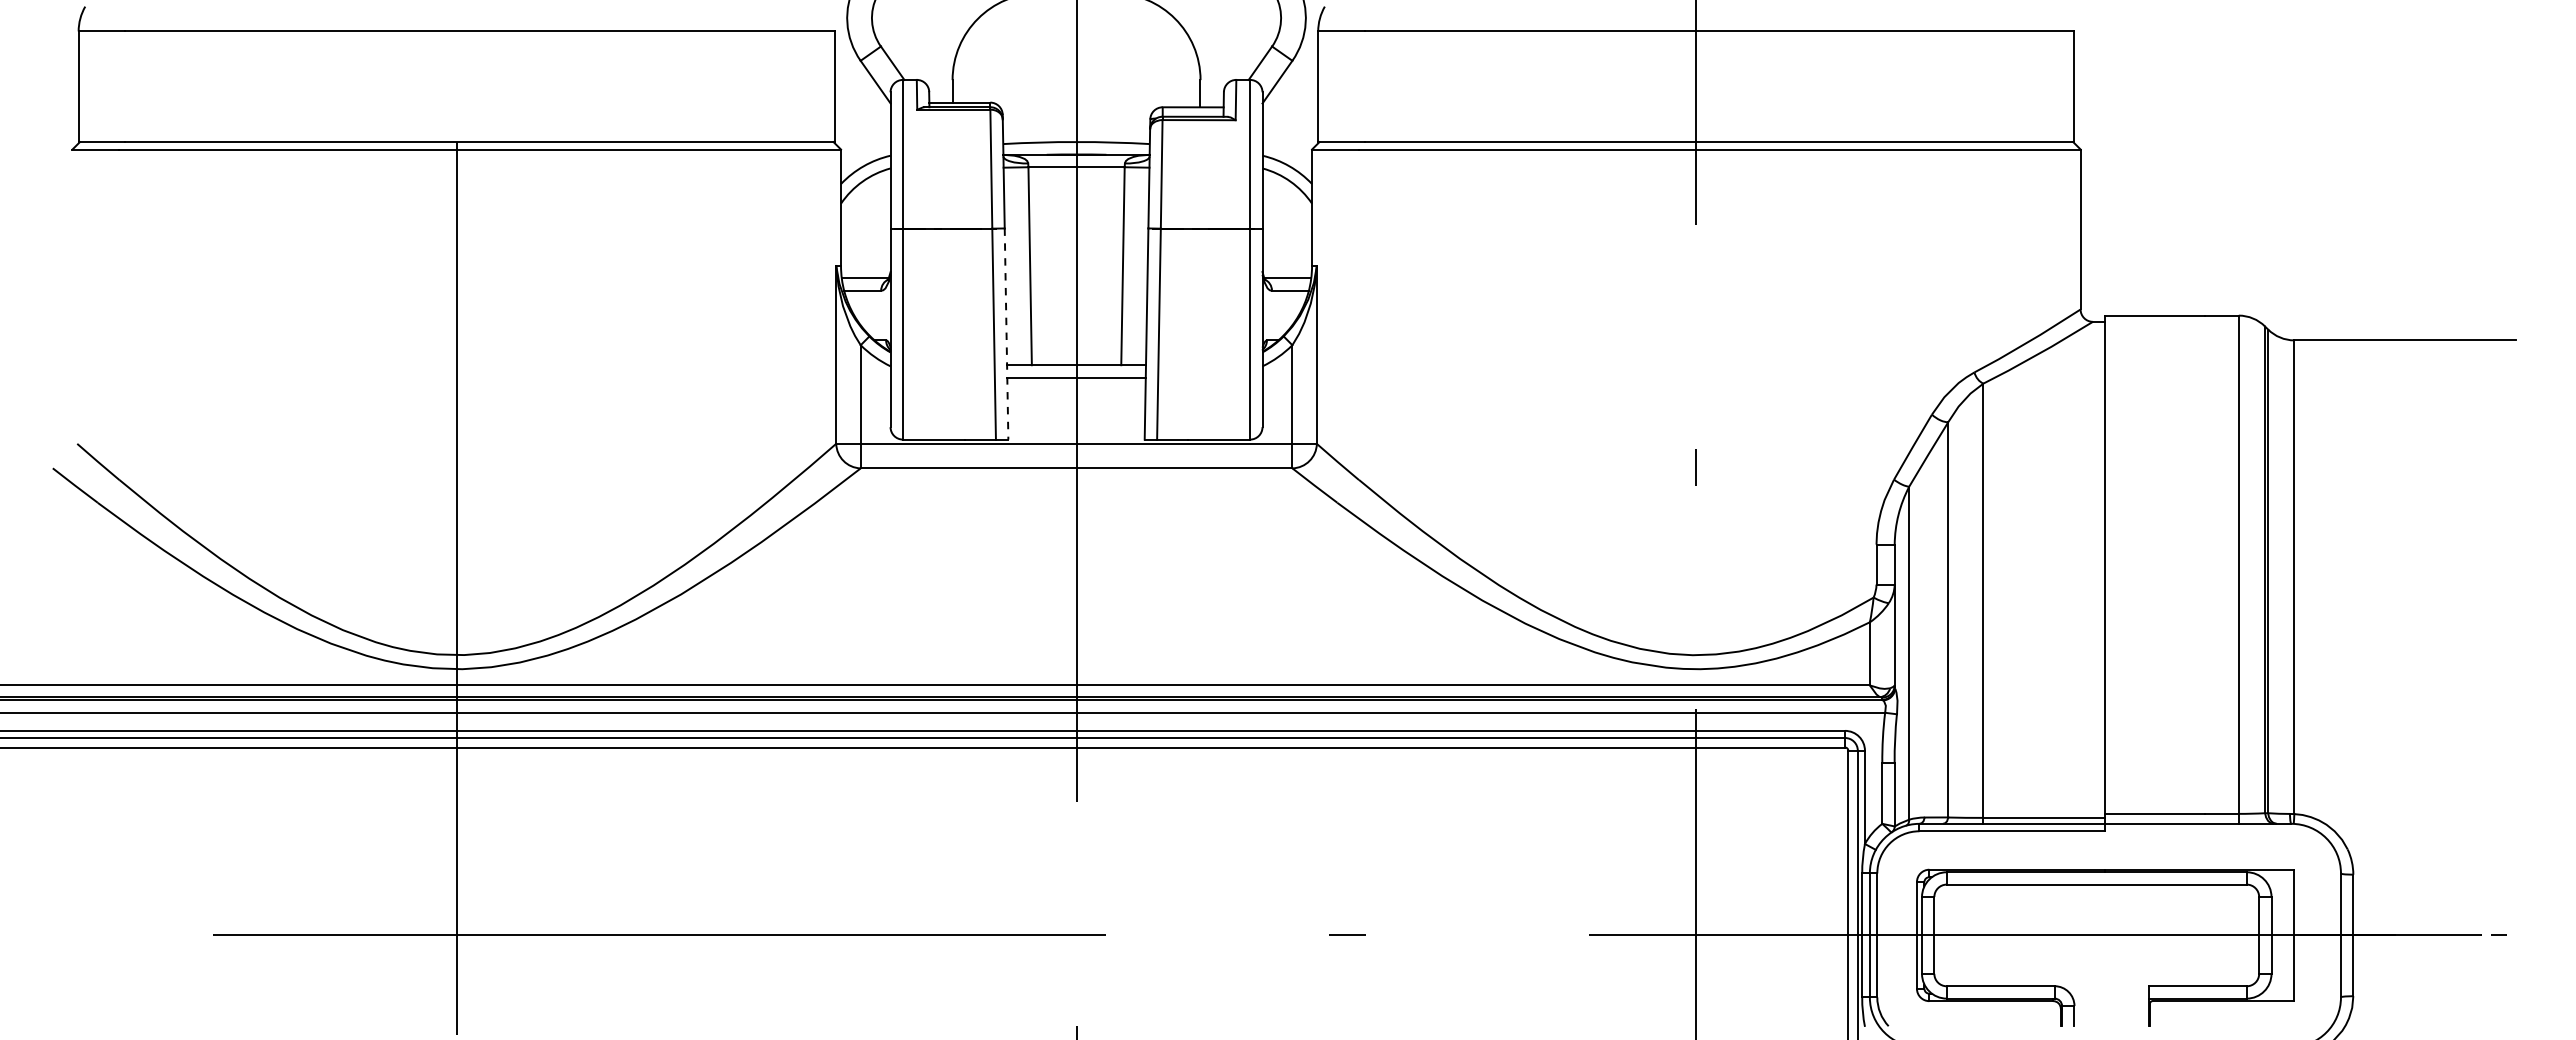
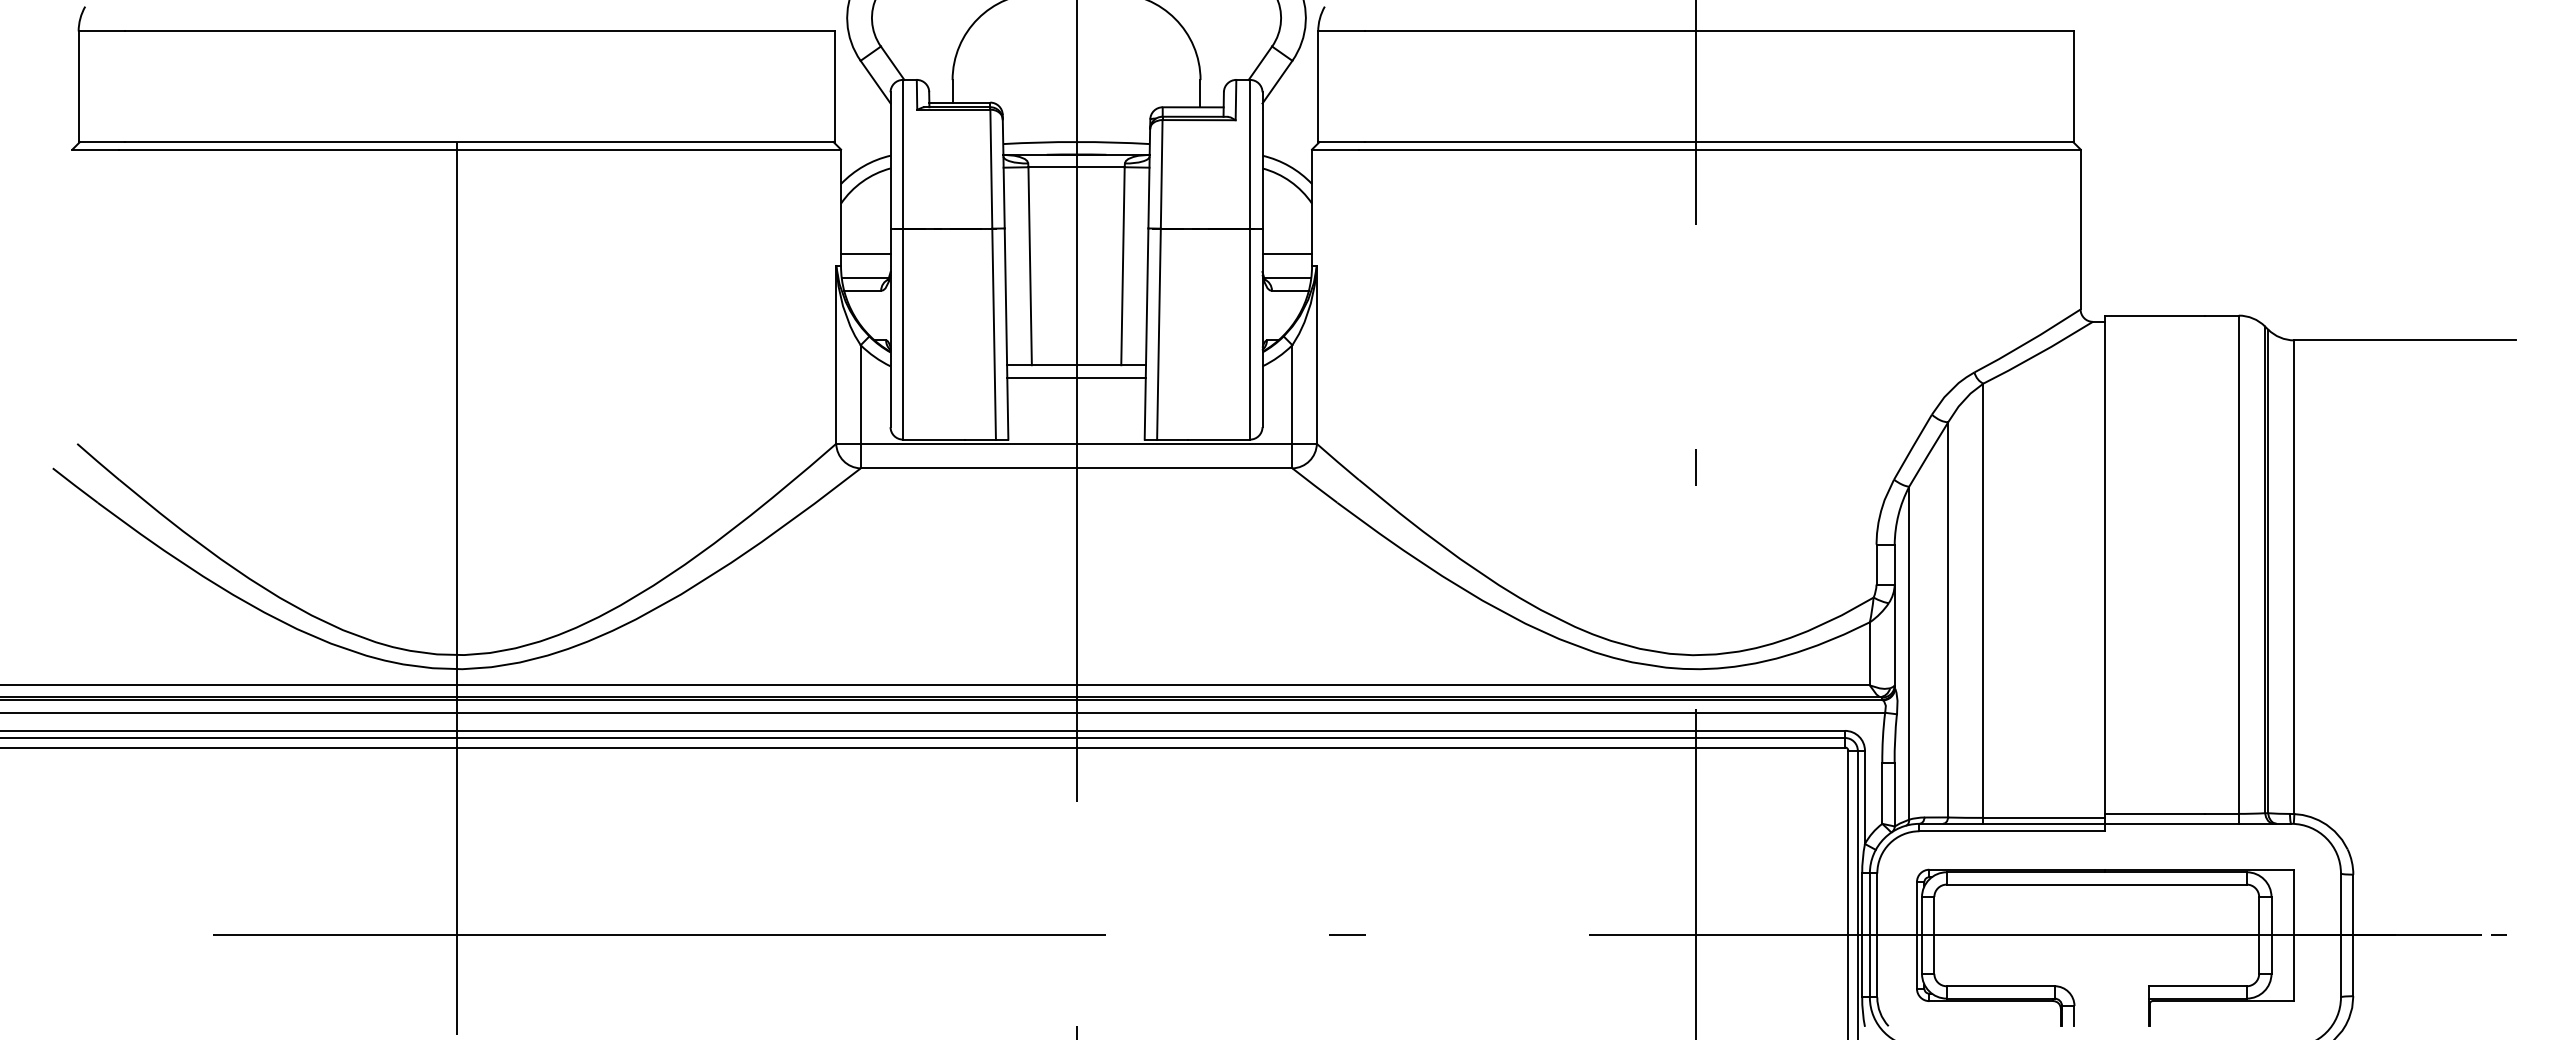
line at (865, 253): none -> present
line at (1287, 253): none -> present
line at (1006, 334): dashed -> solid
